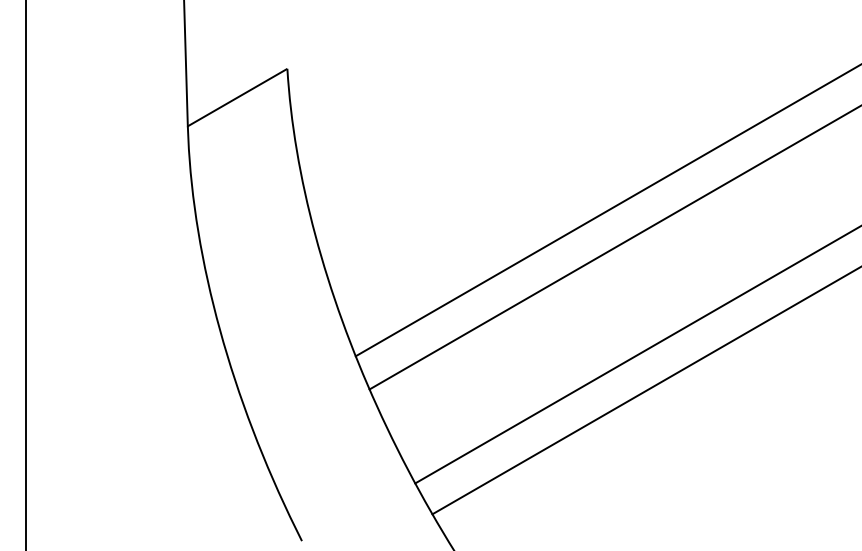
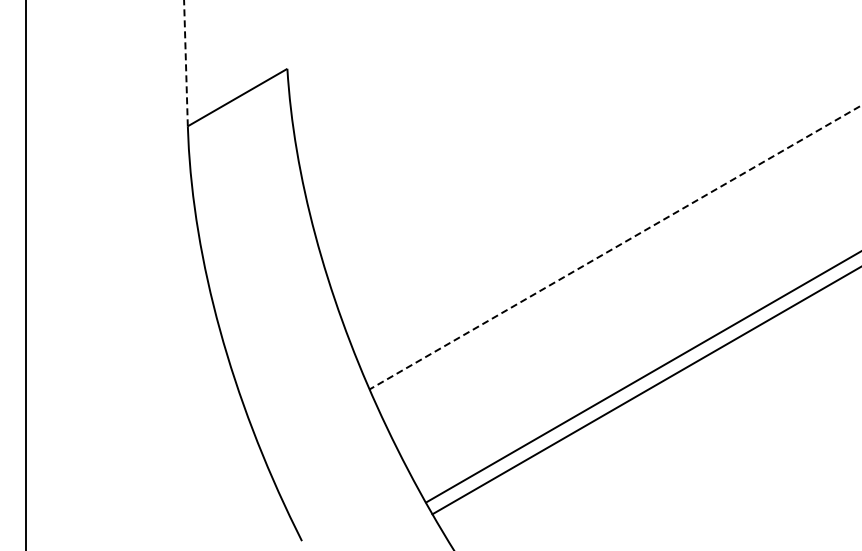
line at (185, 63): solid -> dashed
line at (606, 210): present -> none
line at (615, 247): solid -> dashed
line at (636, 355) position: (636, 355) -> (642, 377)
